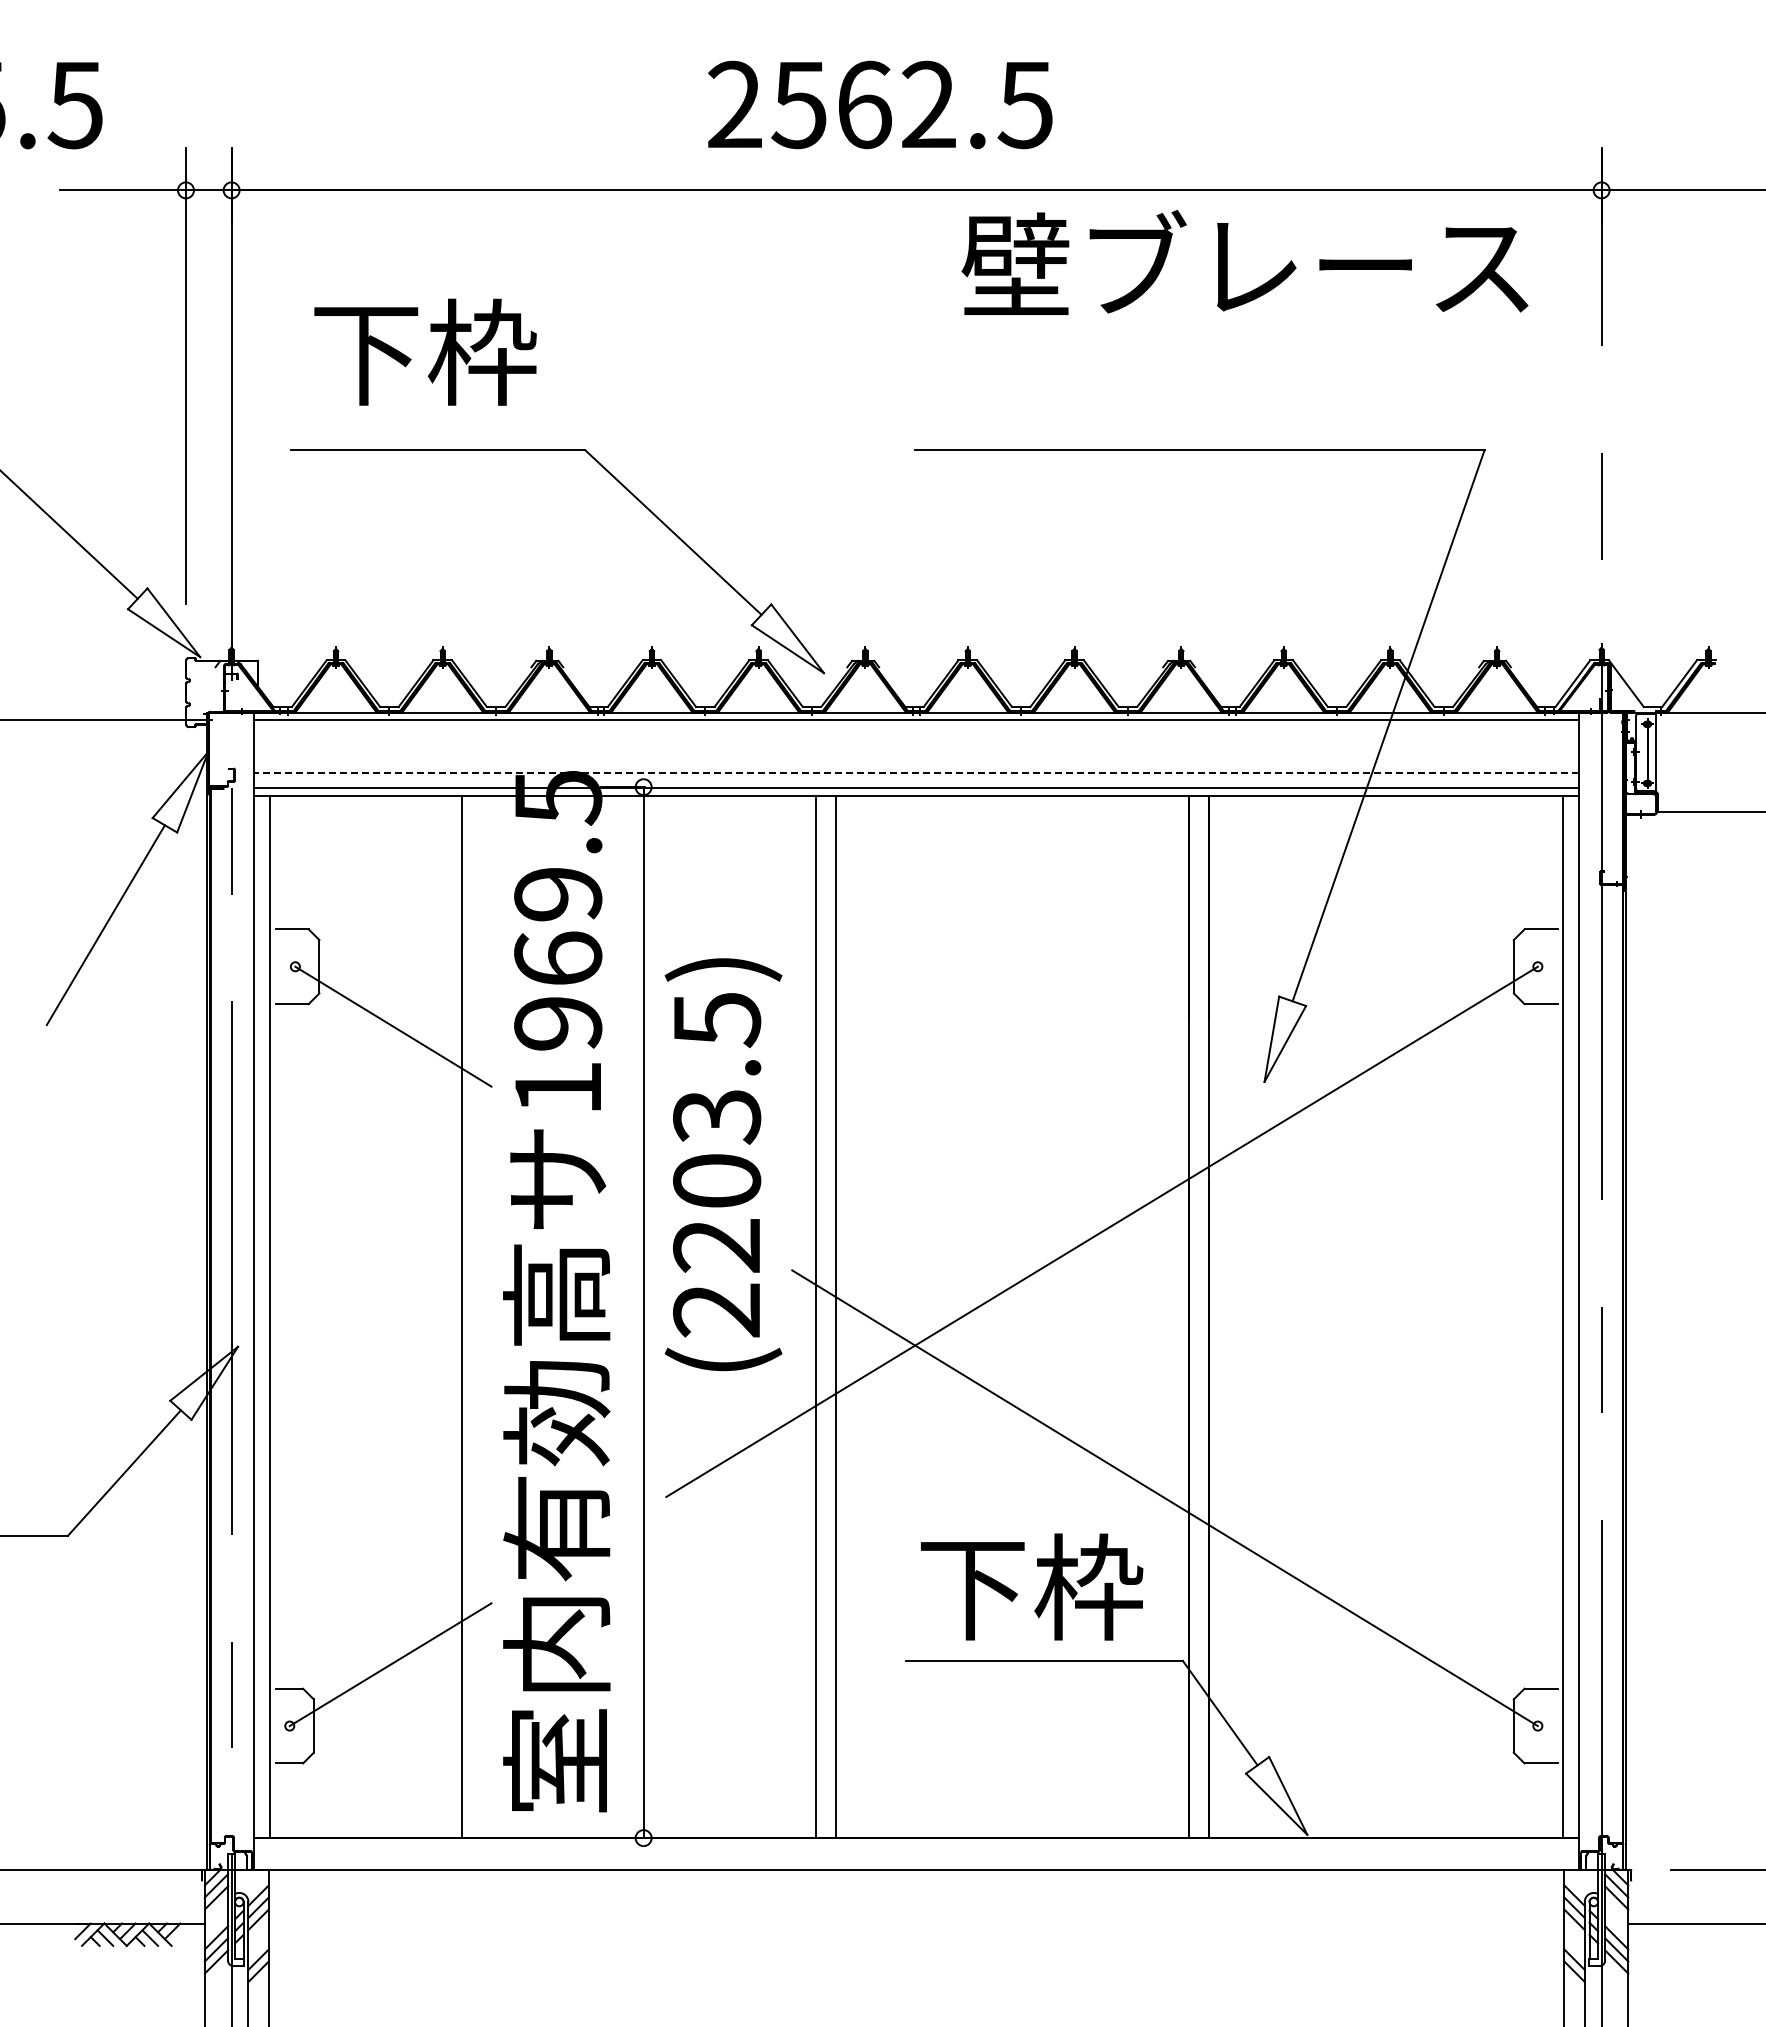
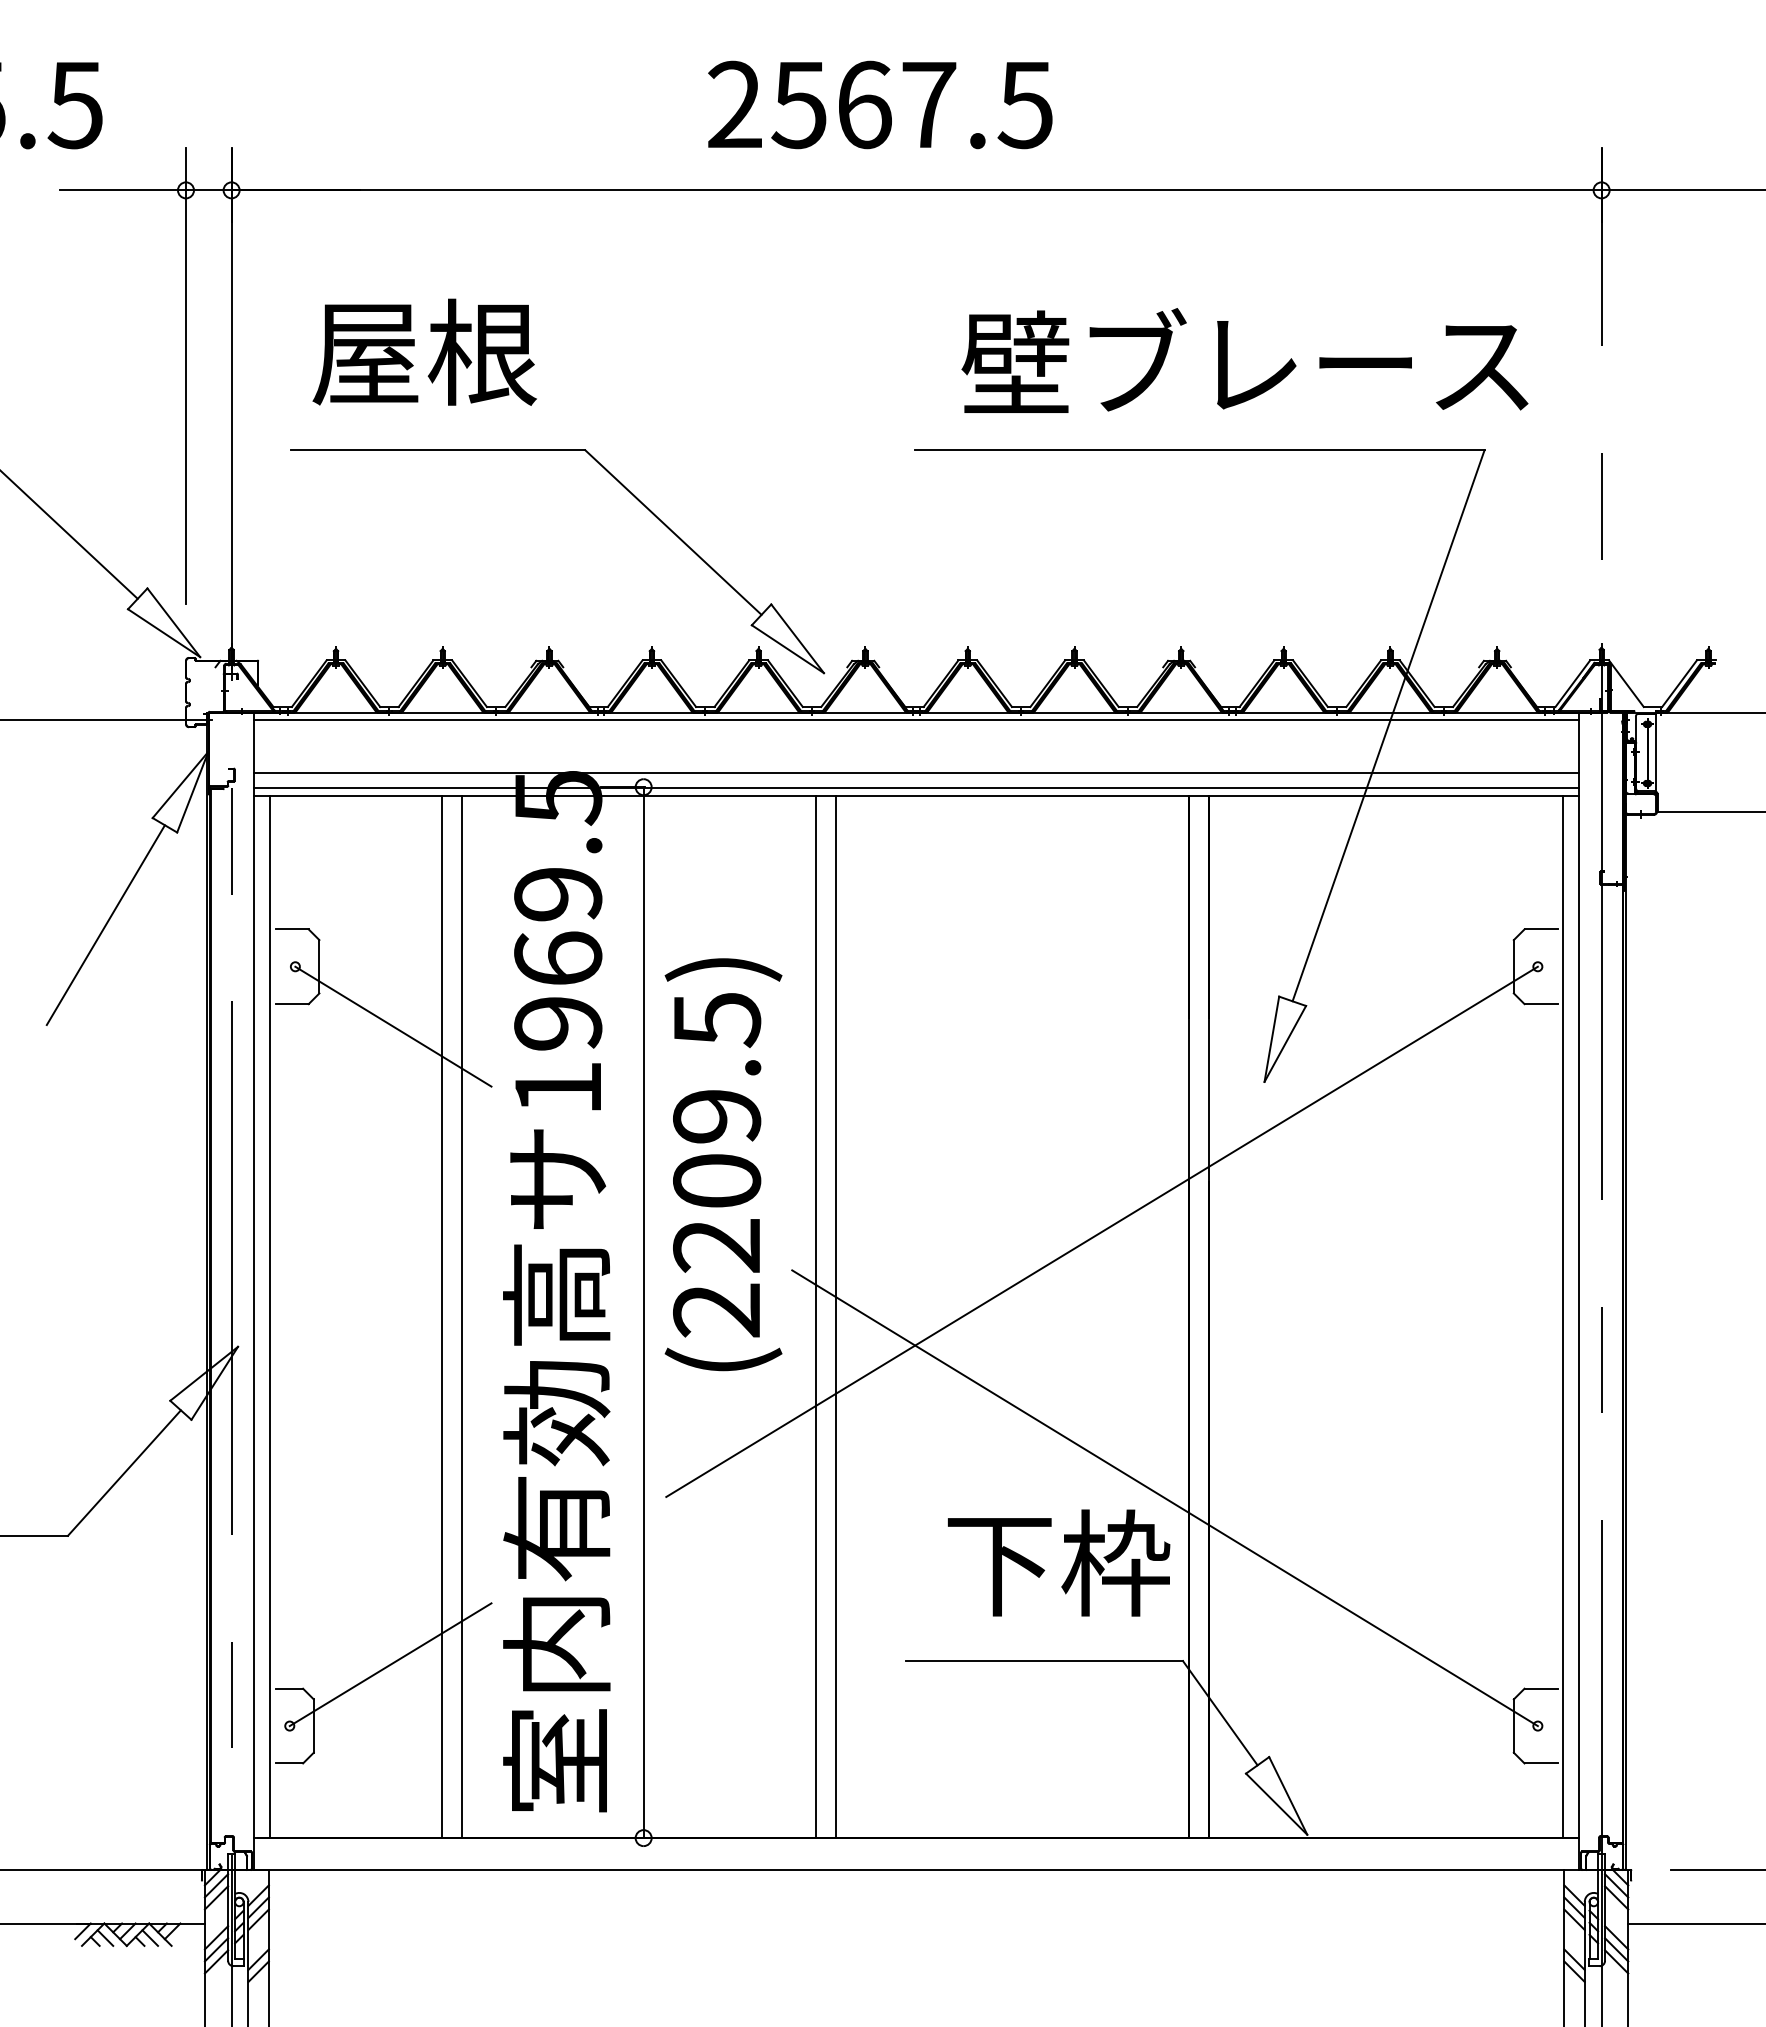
text at (929, 103): 2562.5 -> 2567.5
text at (1244, 262) position: (1244, 262) -> (1244, 360)
text at (424, 351): 下枠 -> 屋根
line at (916, 773): dashed -> solid
text at (717, 1117): (2203.5) -> (2209.5)
line at (442, 1316): none -> present
text at (1032, 1586) position: (1032, 1586) -> (1059, 1562)
